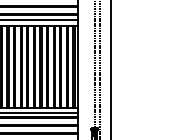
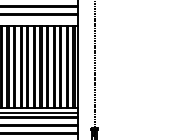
line at (39, 20): present -> none
line at (100, 69): present -> none
line at (110, 69): present -> none
